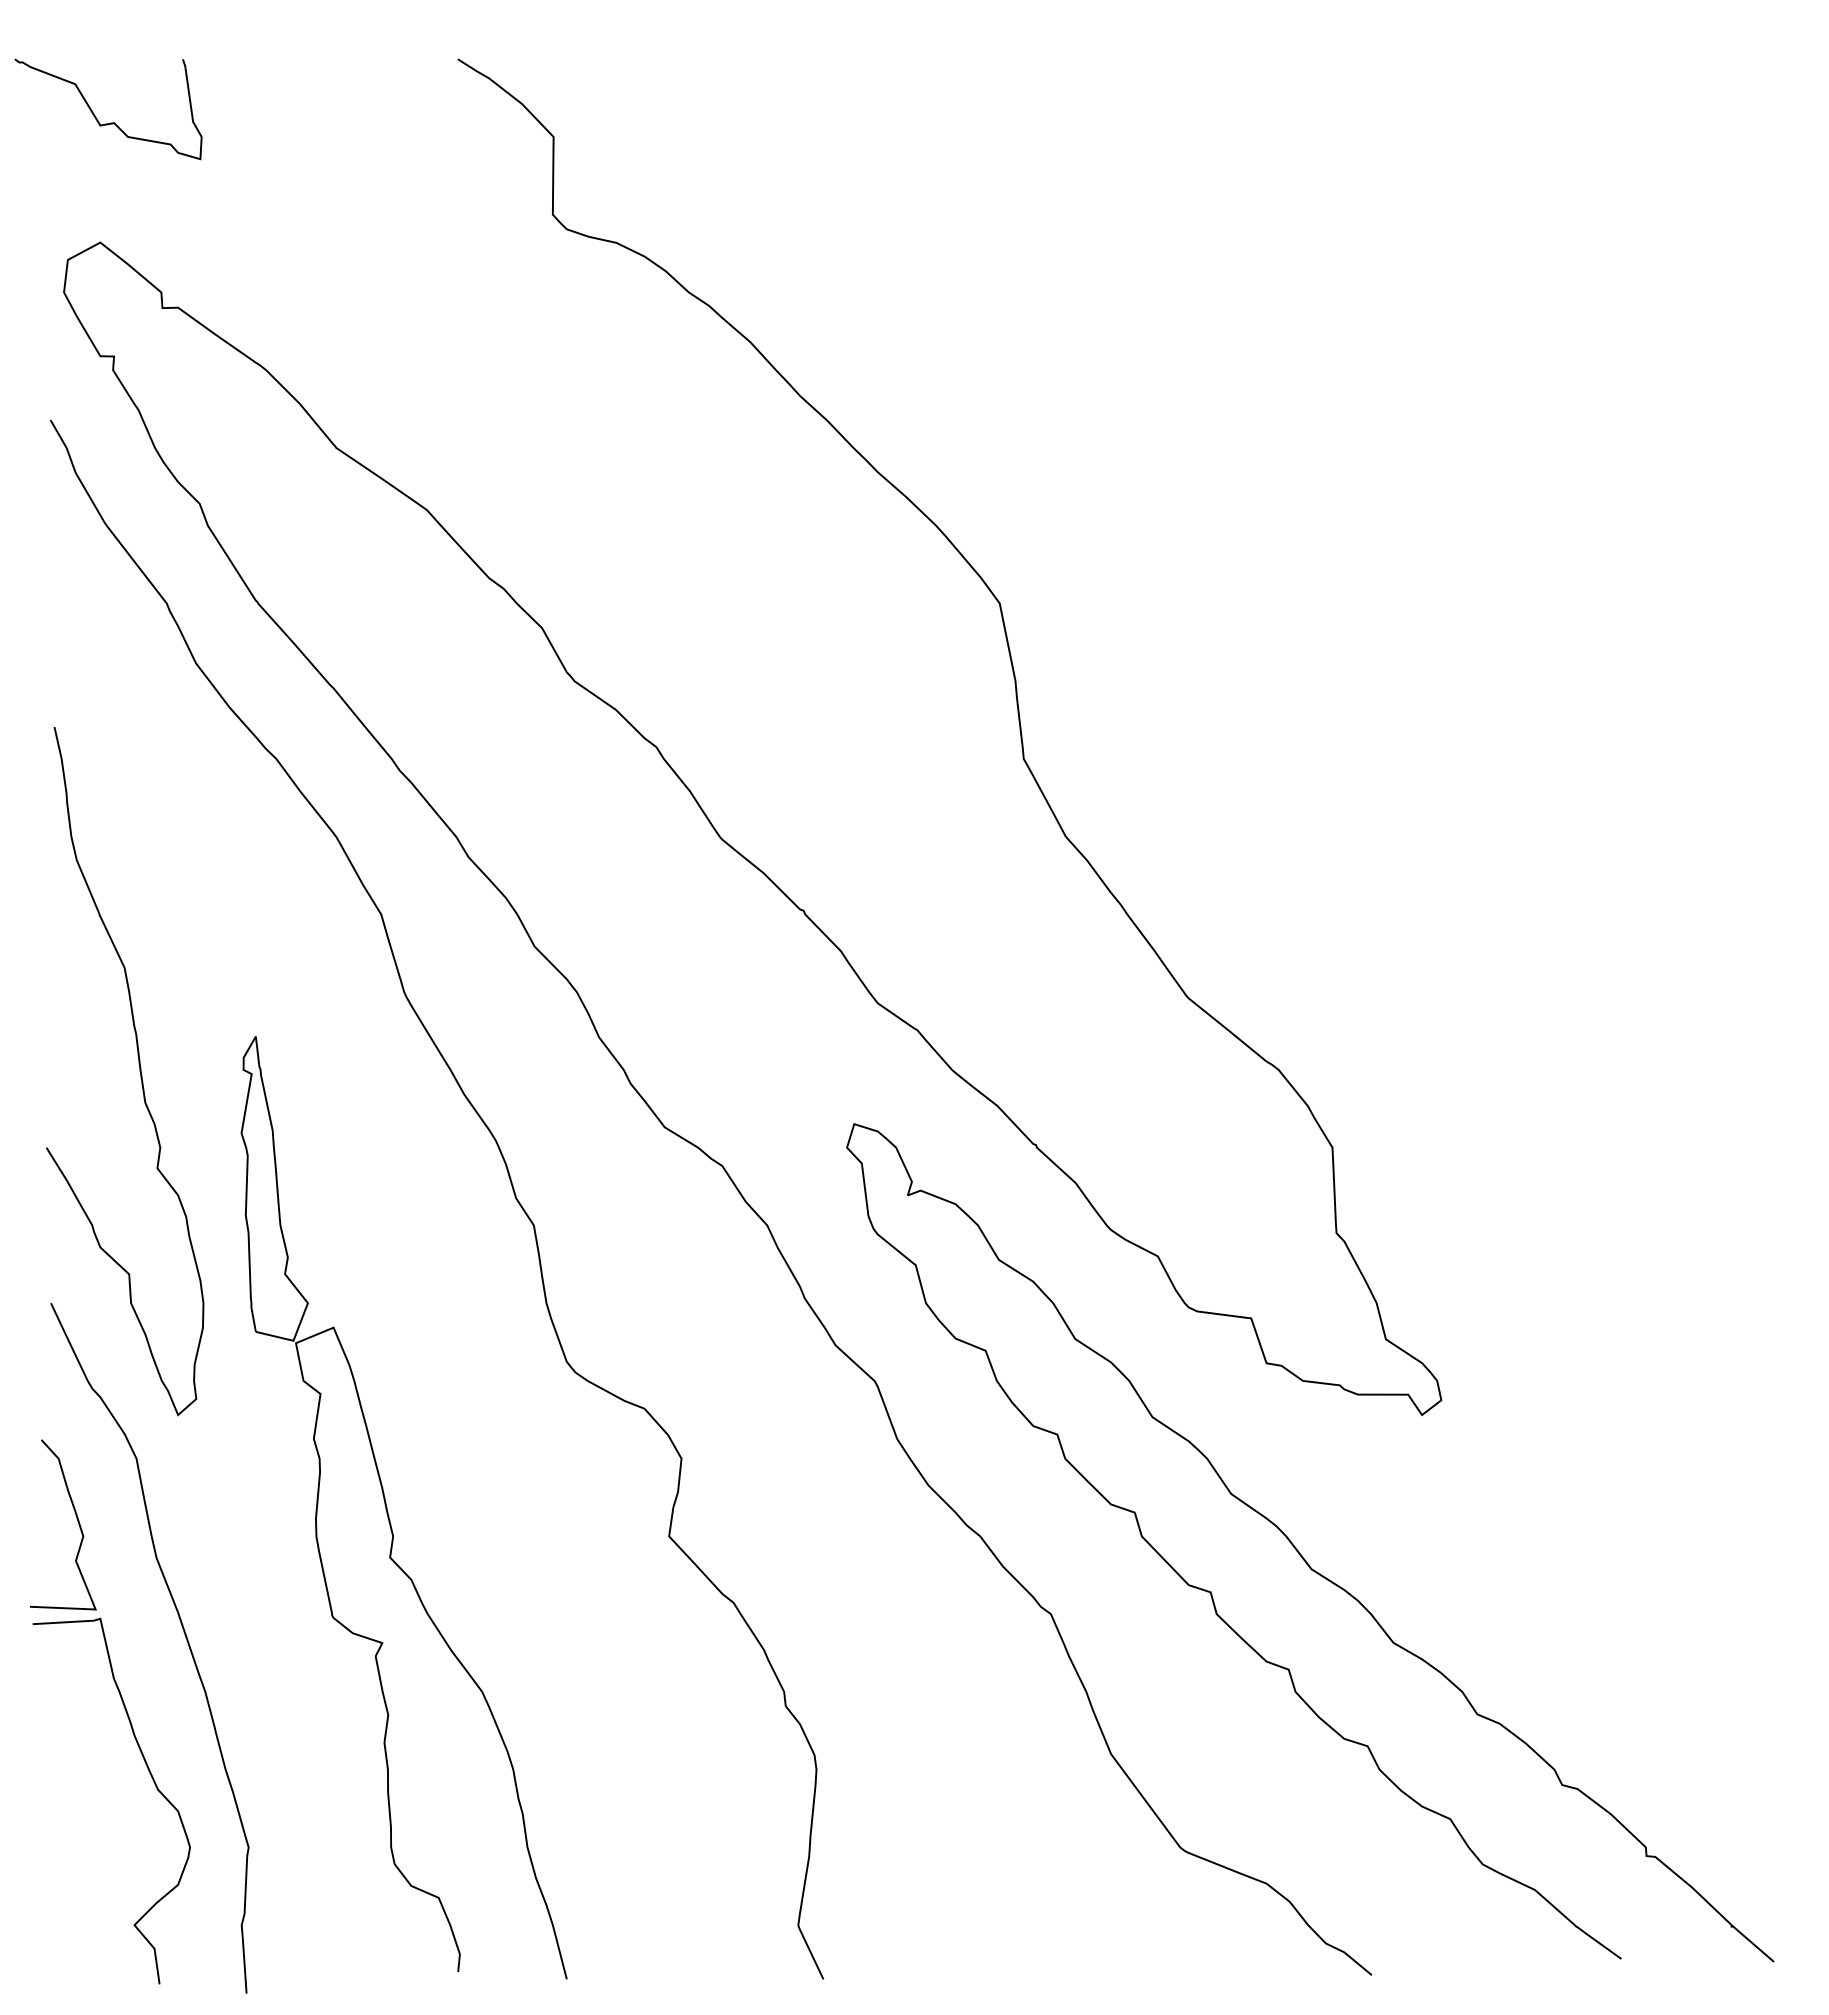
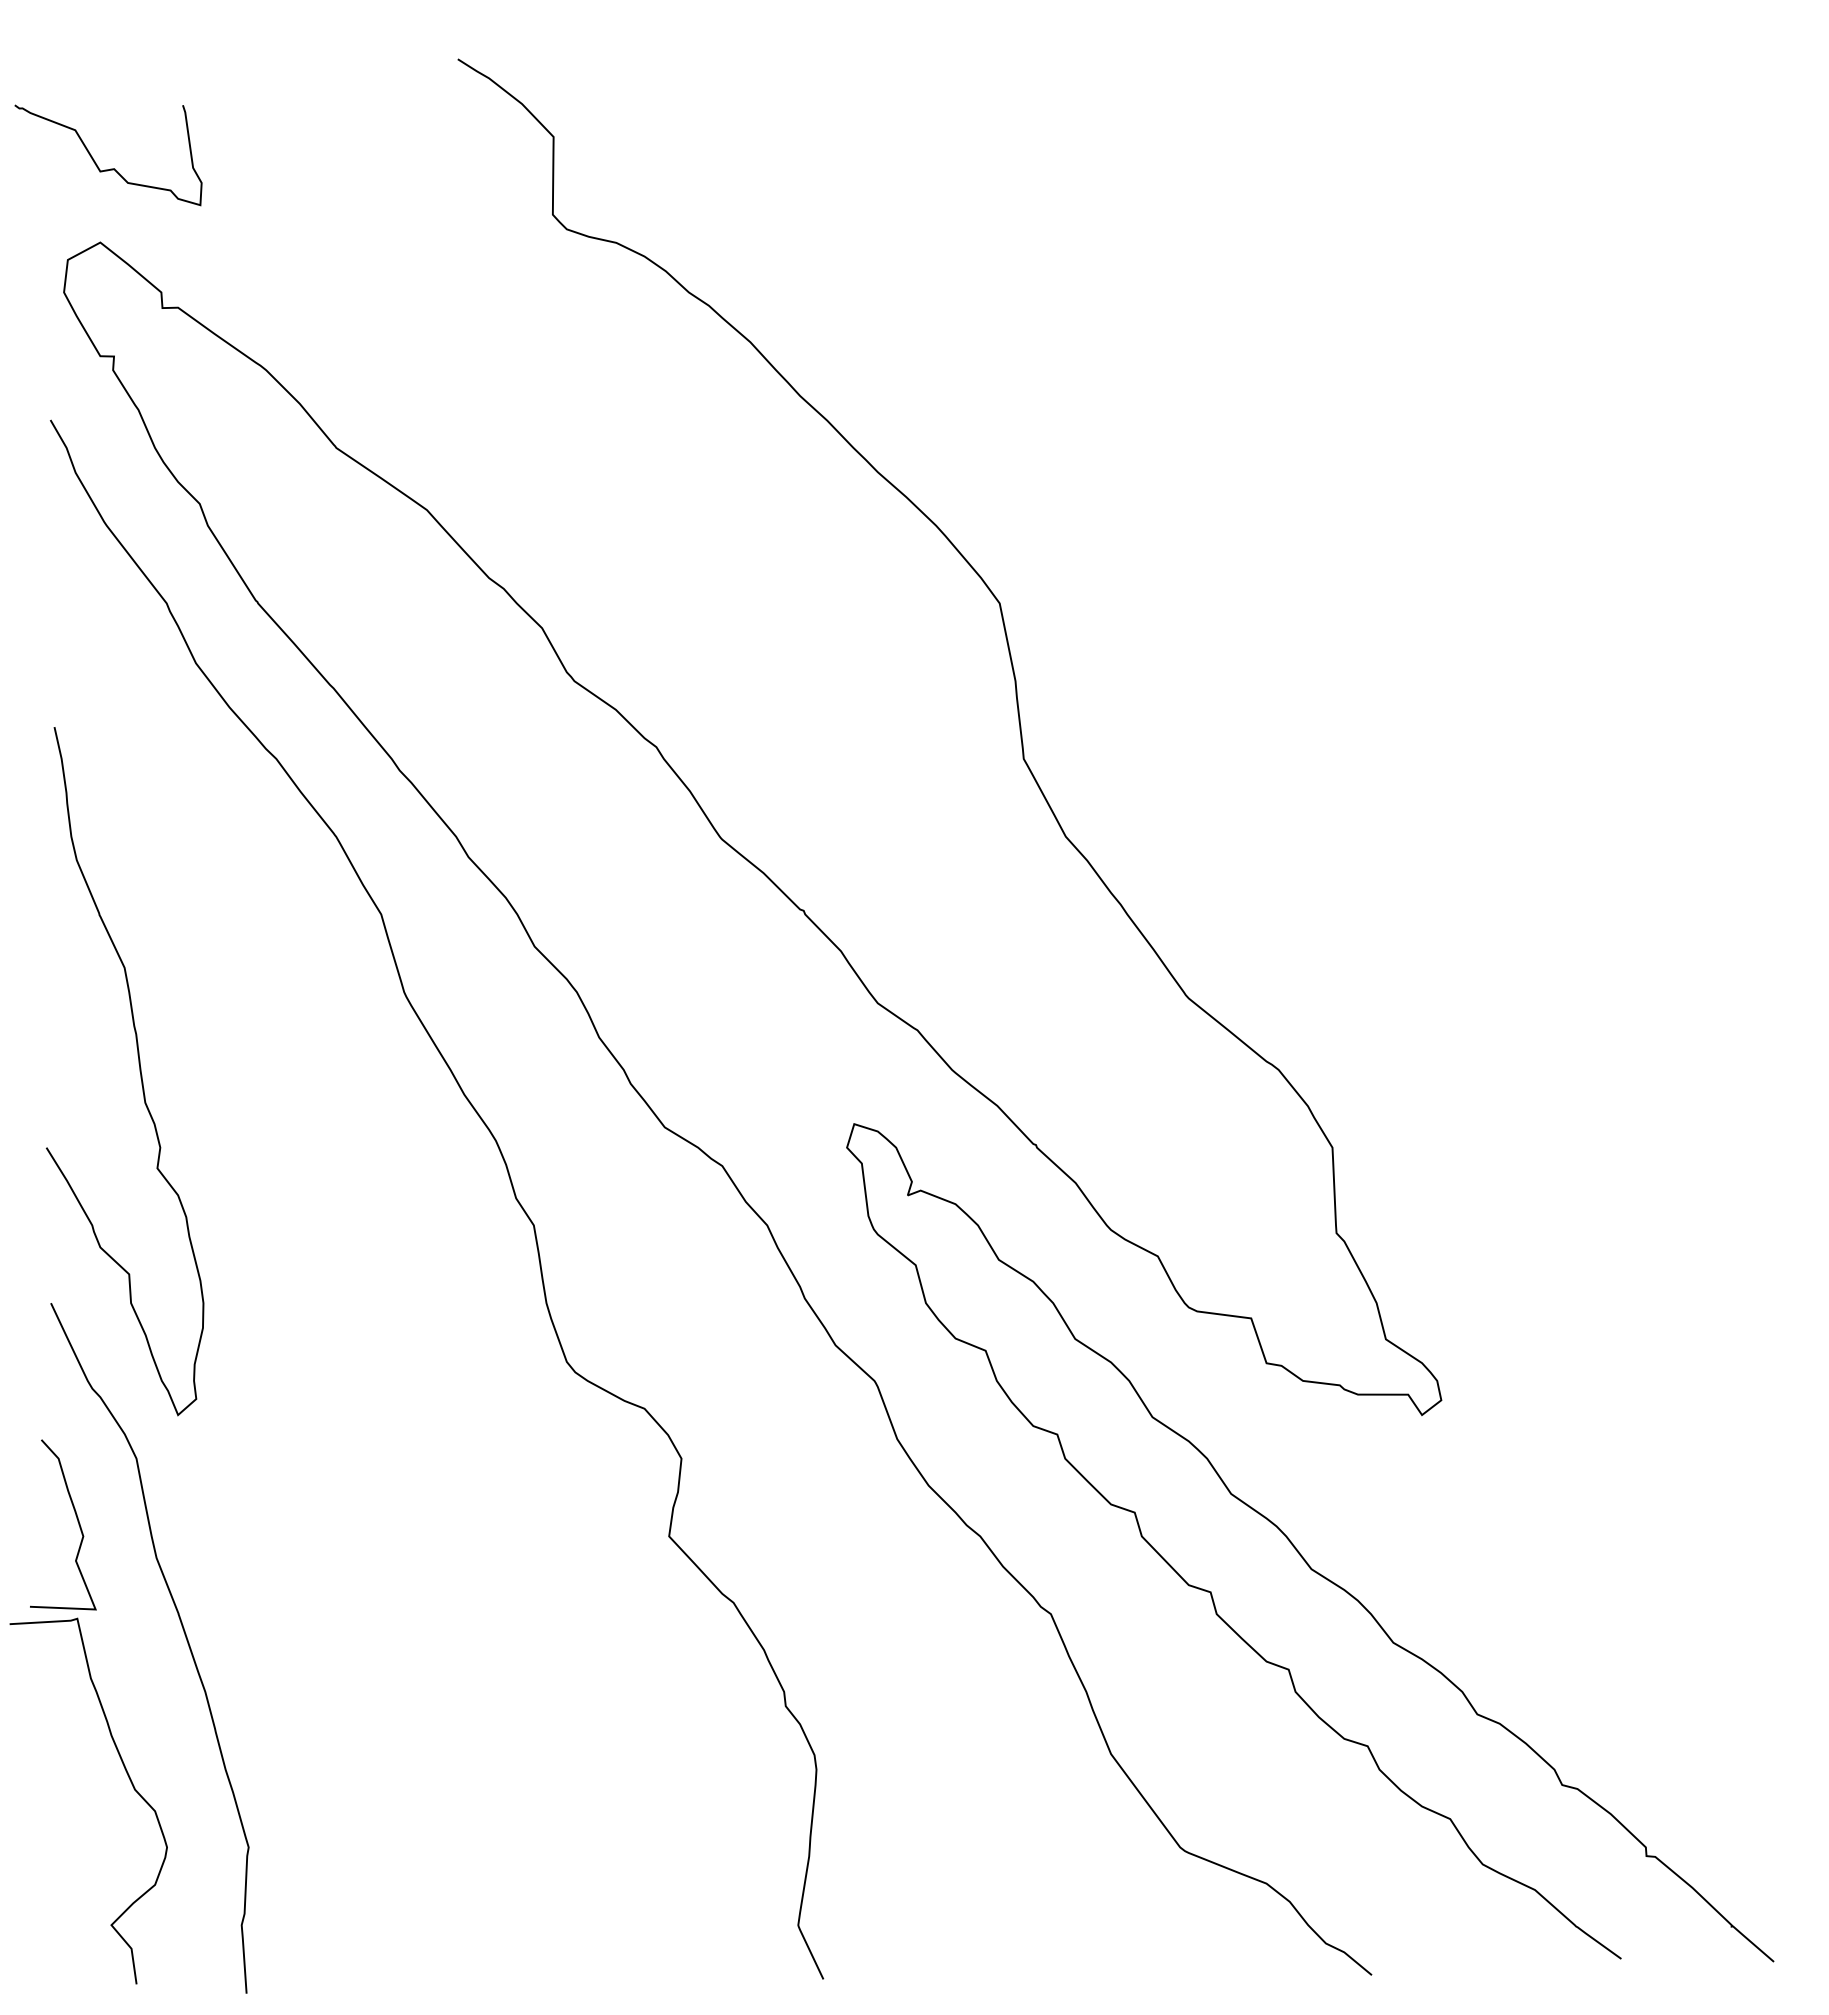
curve at (110, 122) position: (110, 122) -> (110, 168)
part at (388, 1511): present -> none
curve at (152, 1780) position: (152, 1780) -> (129, 1780)
